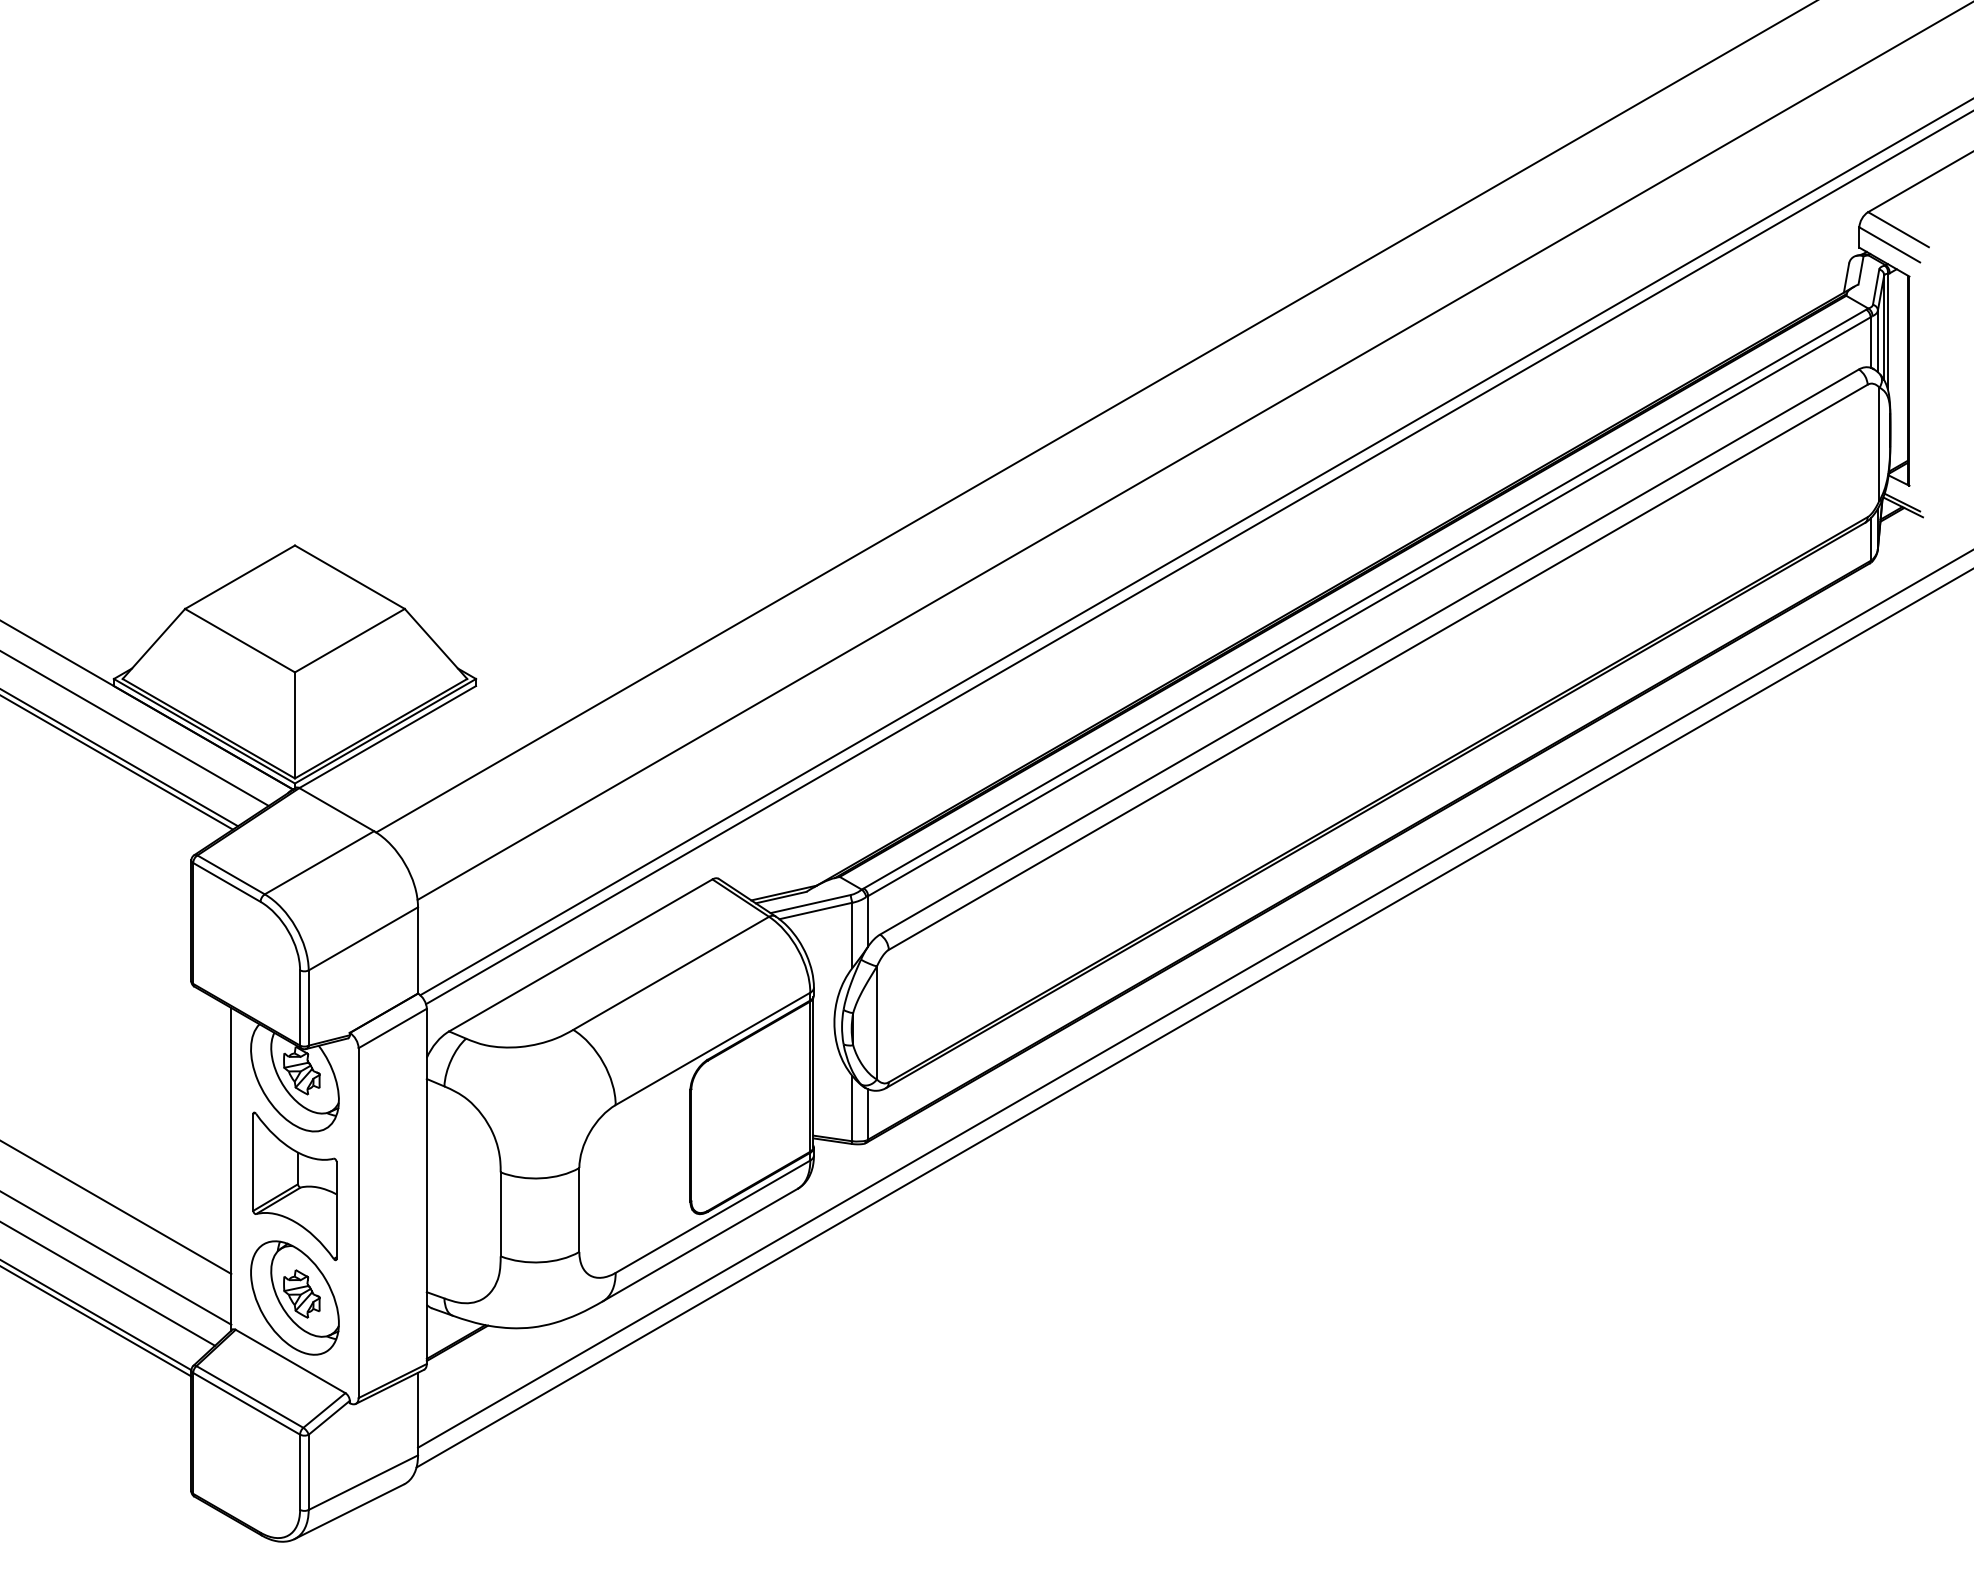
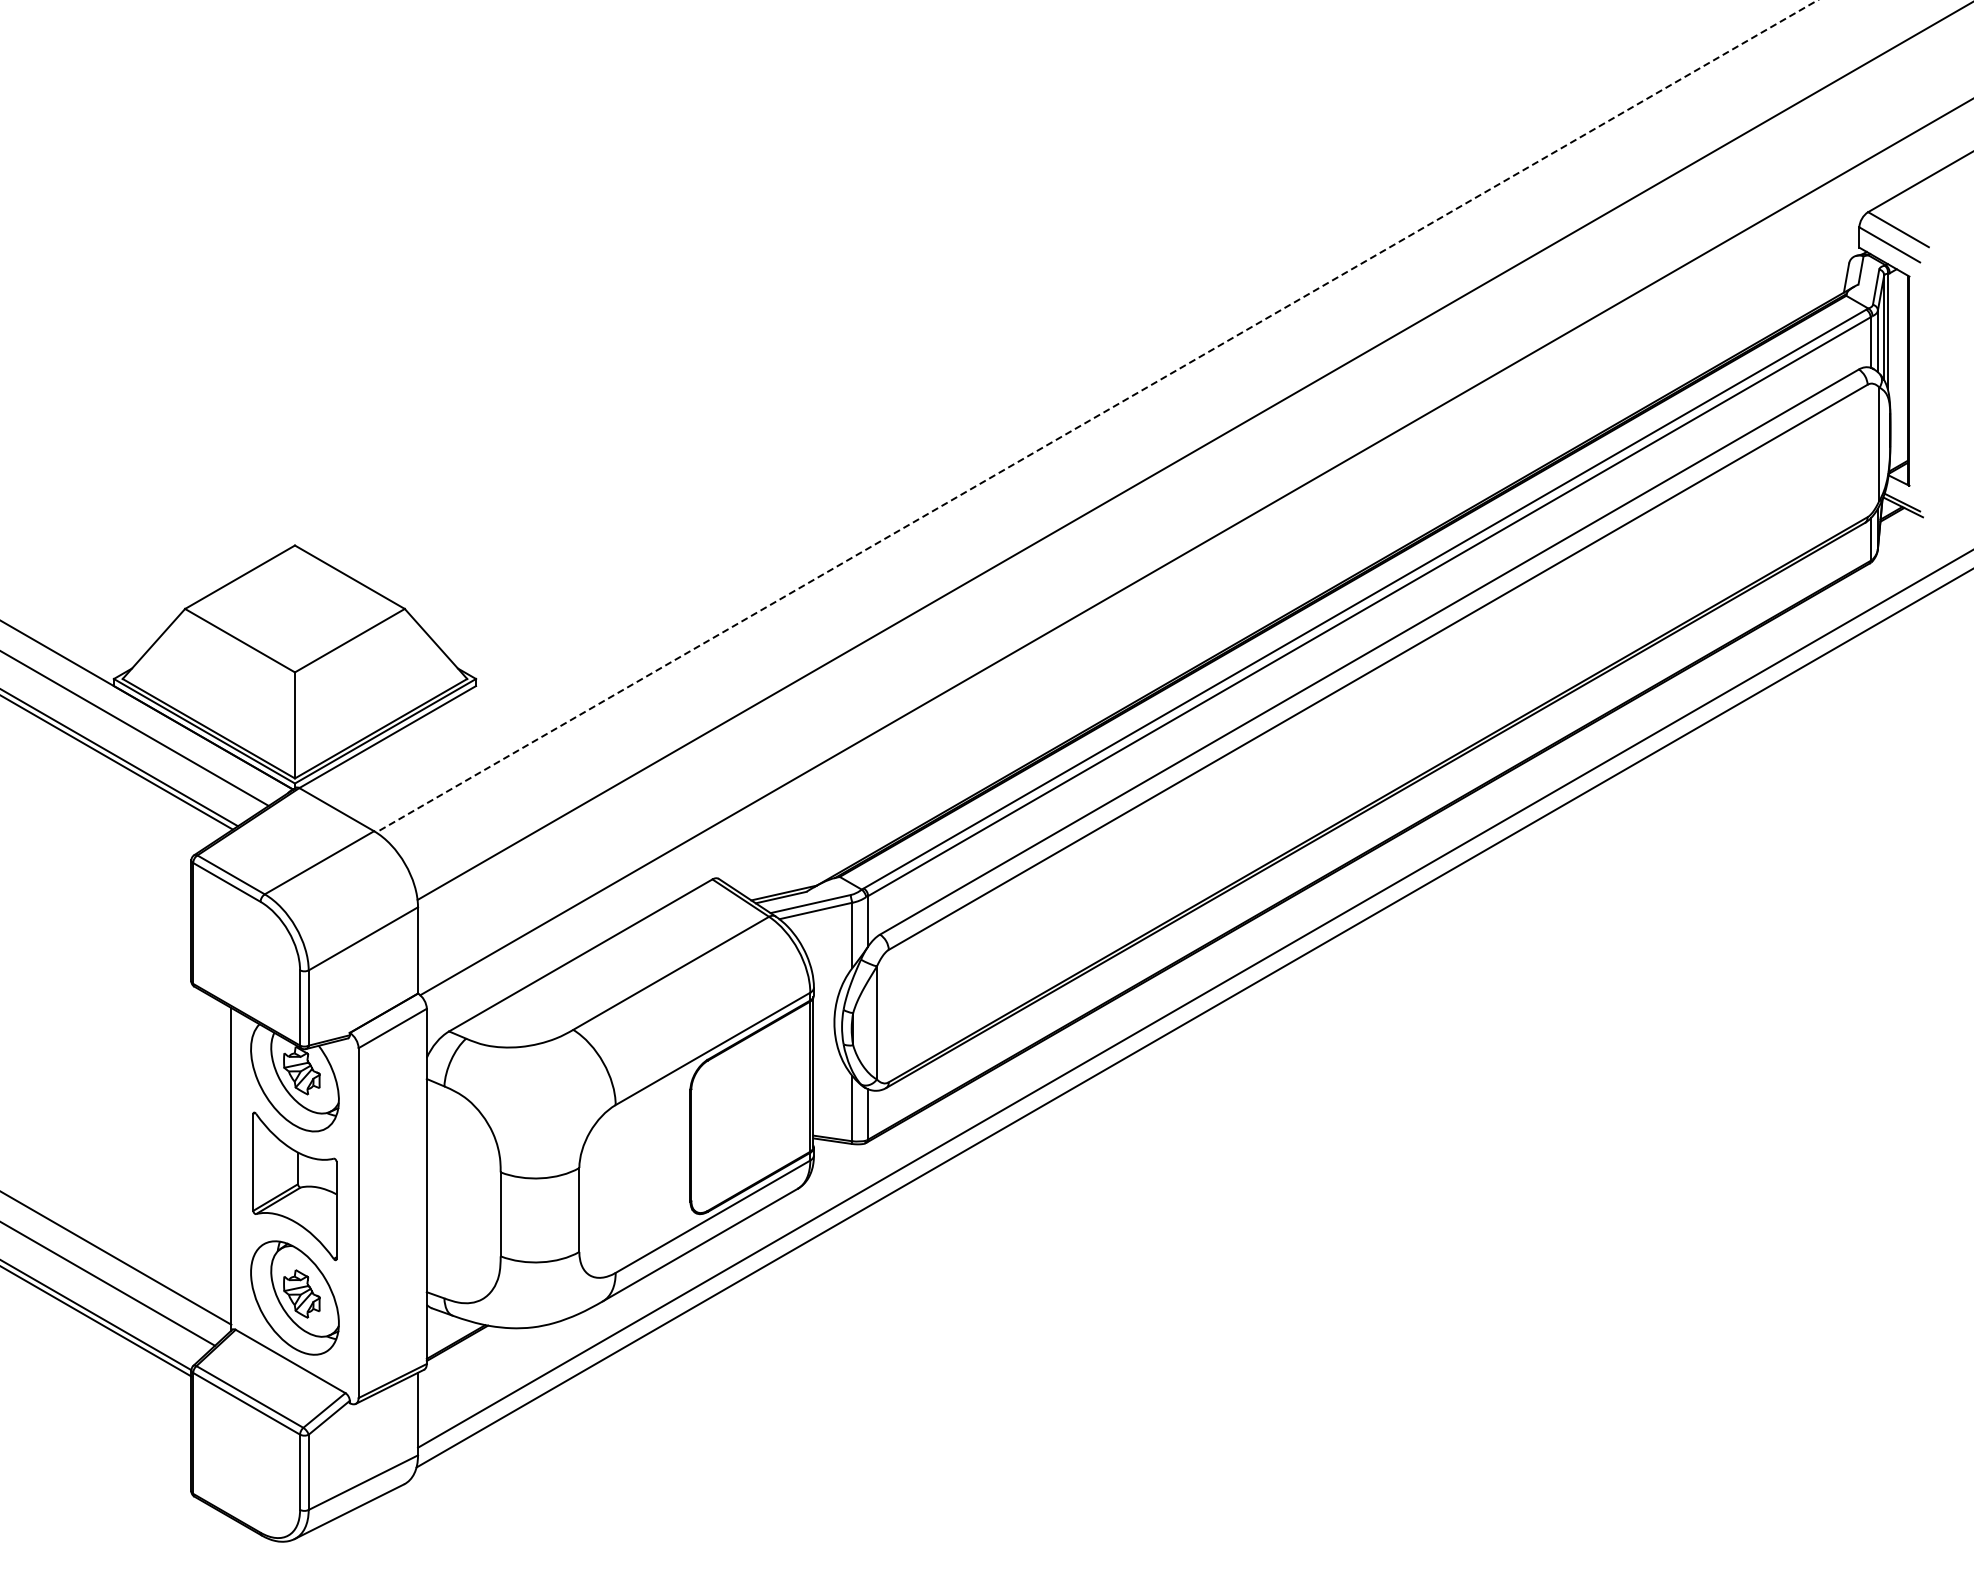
line at (1096, 416): solid -> dashed
line at (1198, 558): present -> none
line at (116, 1207): present -> none
